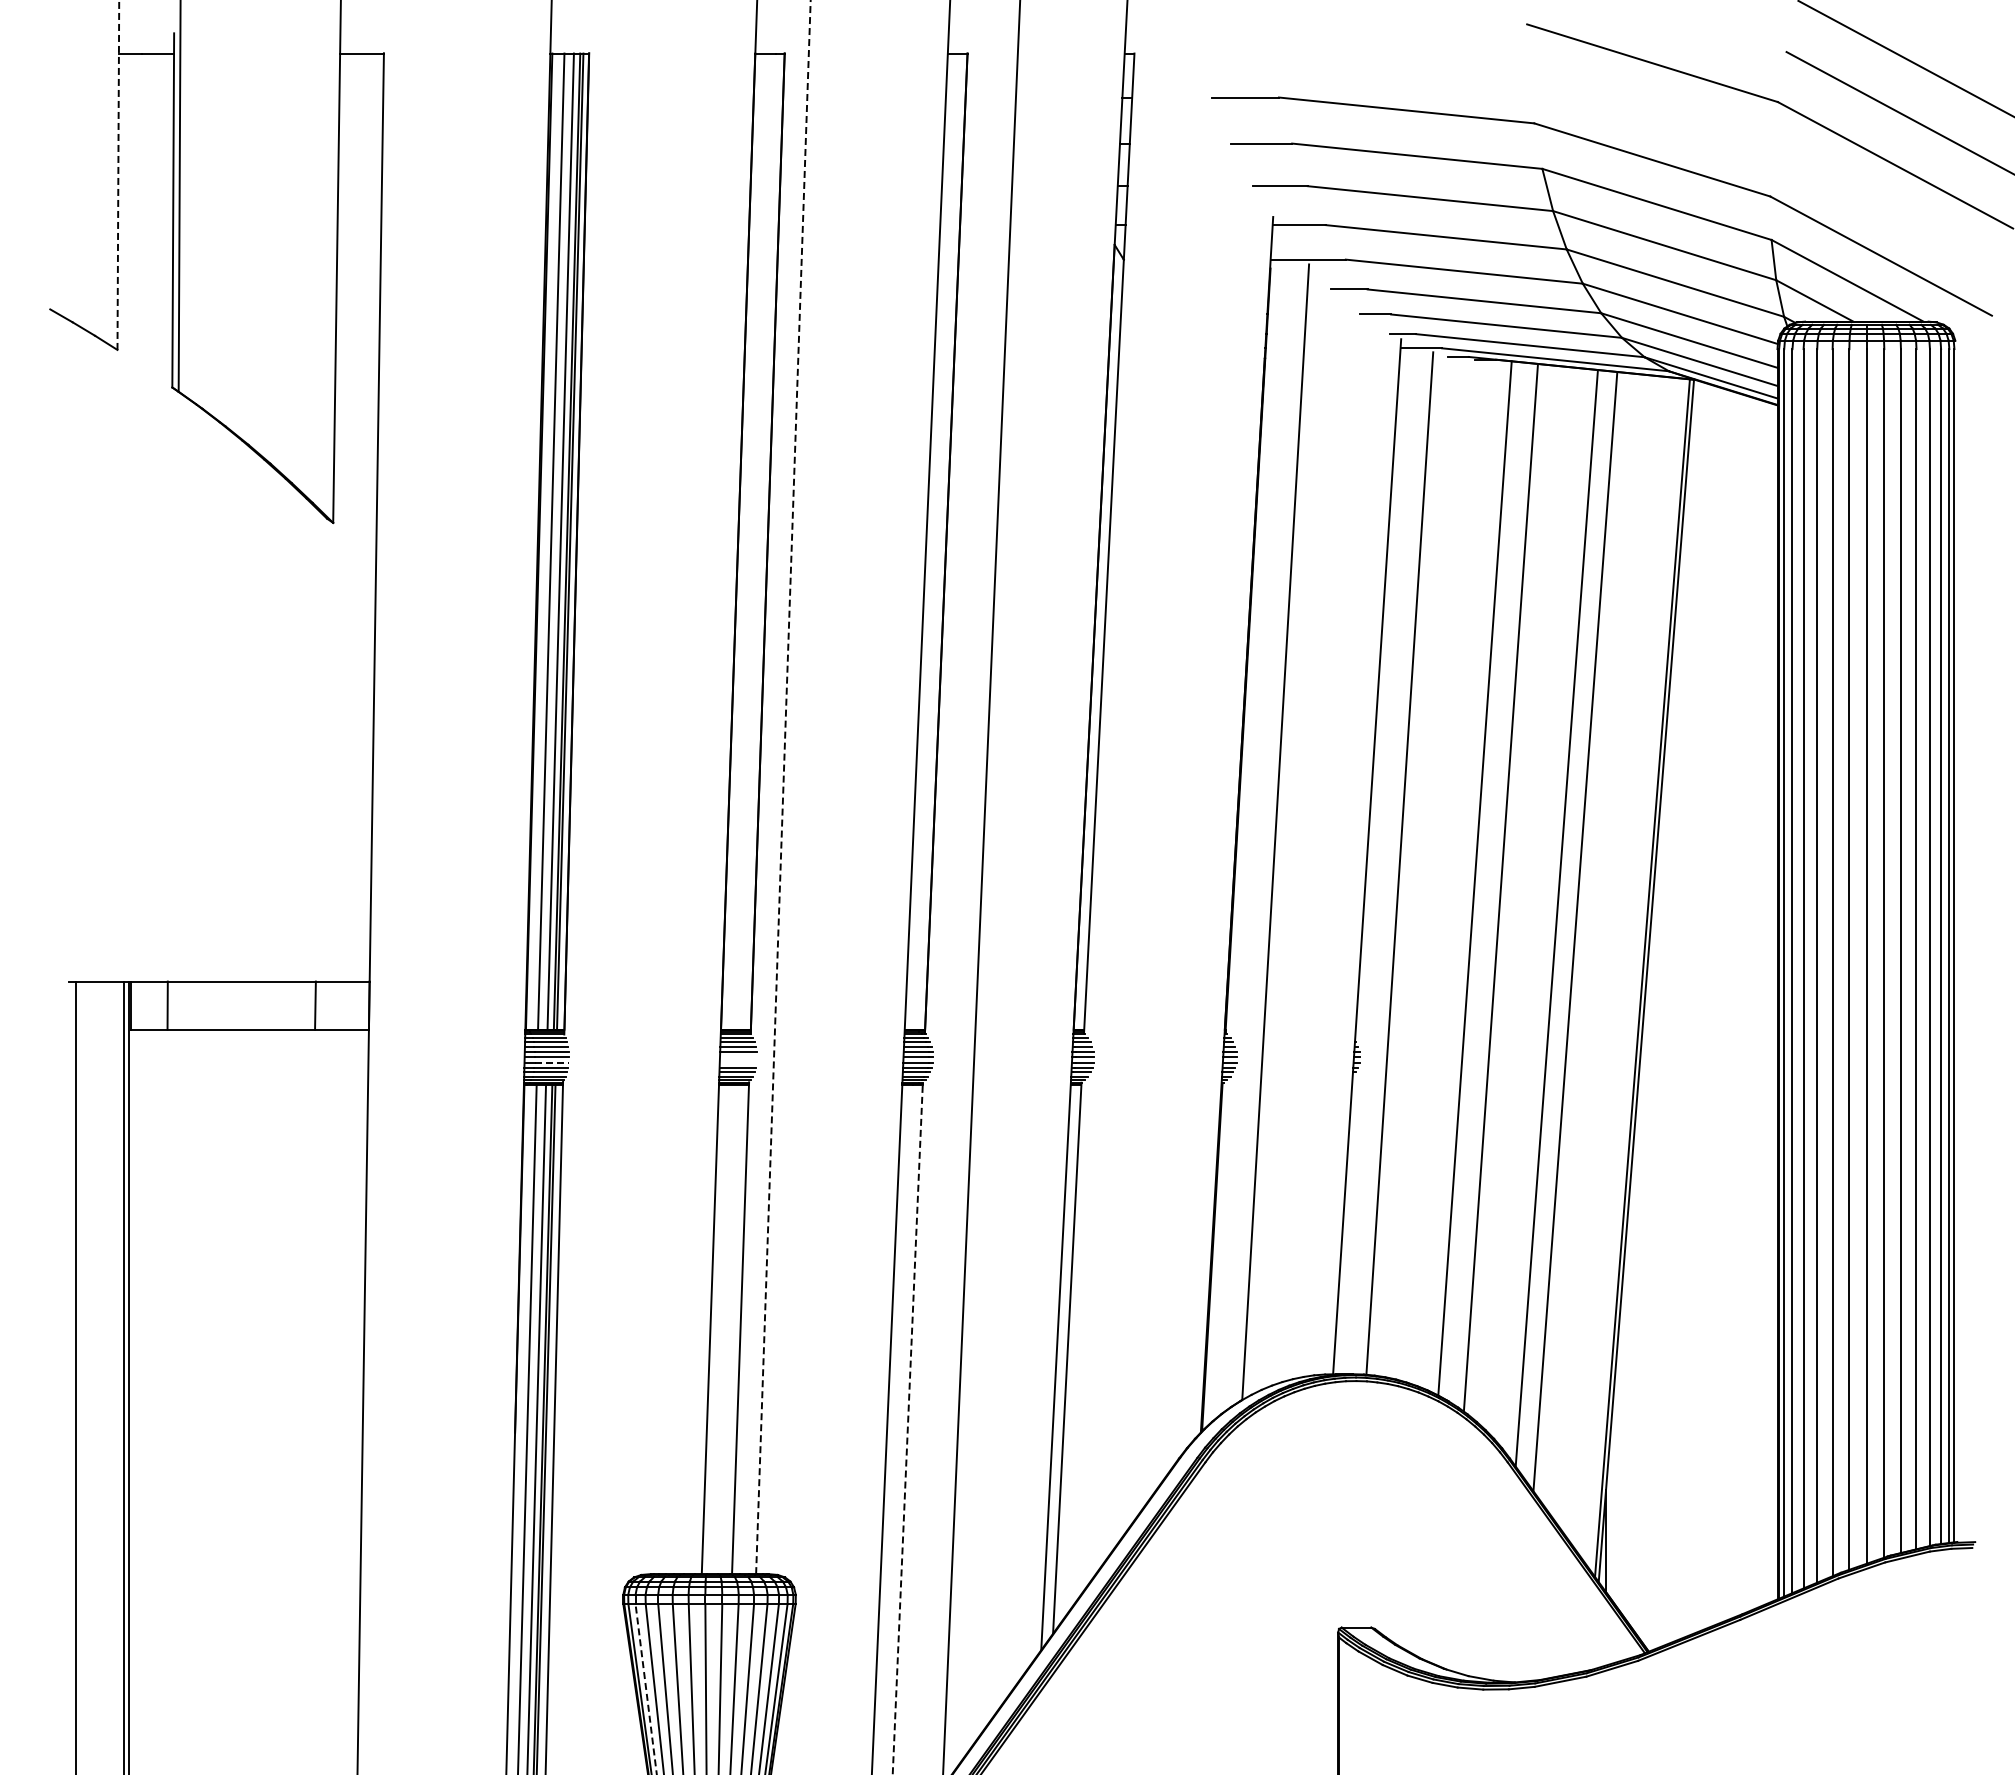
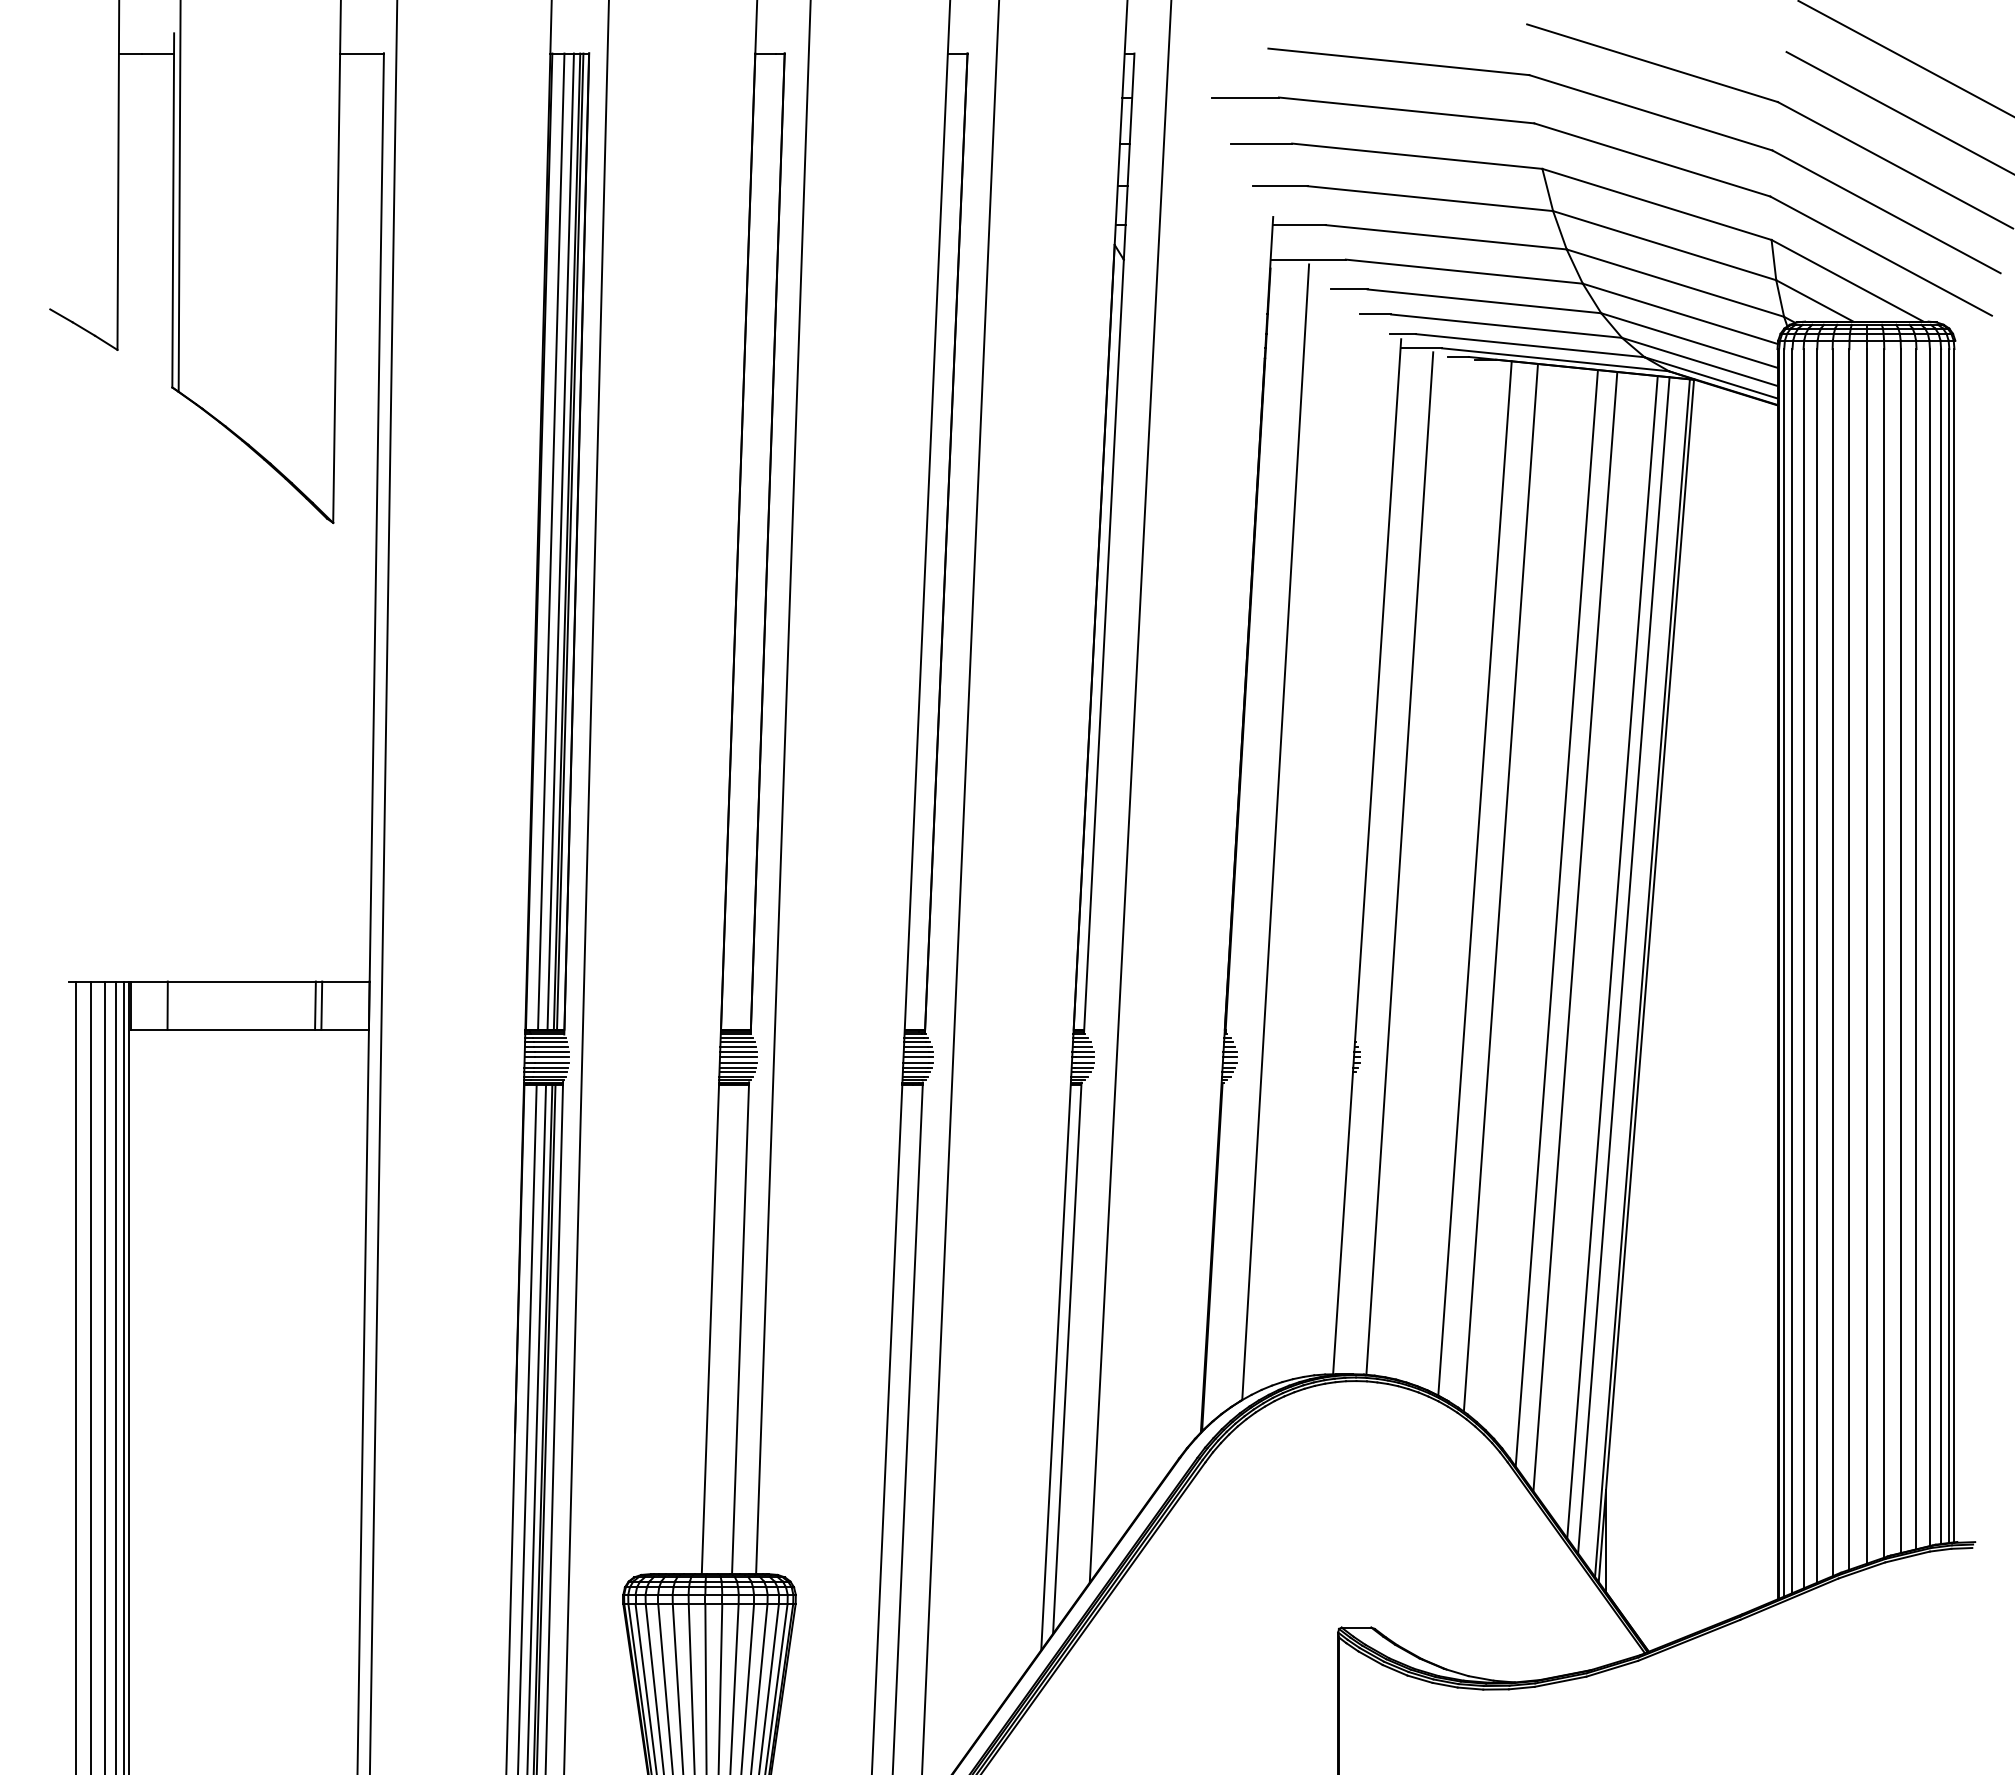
part at (1645, 112): none -> present
line at (118, 174): dashed -> solid
line at (783, 786): dashed -> solid
line at (1130, 792): none -> present
line at (383, 886): none -> present
line at (586, 886): none -> present
line at (981, 886) position: (981, 886) -> (960, 886)
line at (1612, 957): none -> present
line at (1623, 965): none -> present
line at (321, 1005): none -> present
line at (738, 1057): none -> present
line at (551, 1062): dashed -> solid
line at (737, 1062): none -> present
line at (91, 1376): none -> present
line at (104, 1376): none -> present
line at (115, 1376): none -> present
line at (907, 1427): dashed -> solid
line at (646, 1689): dashed -> solid
